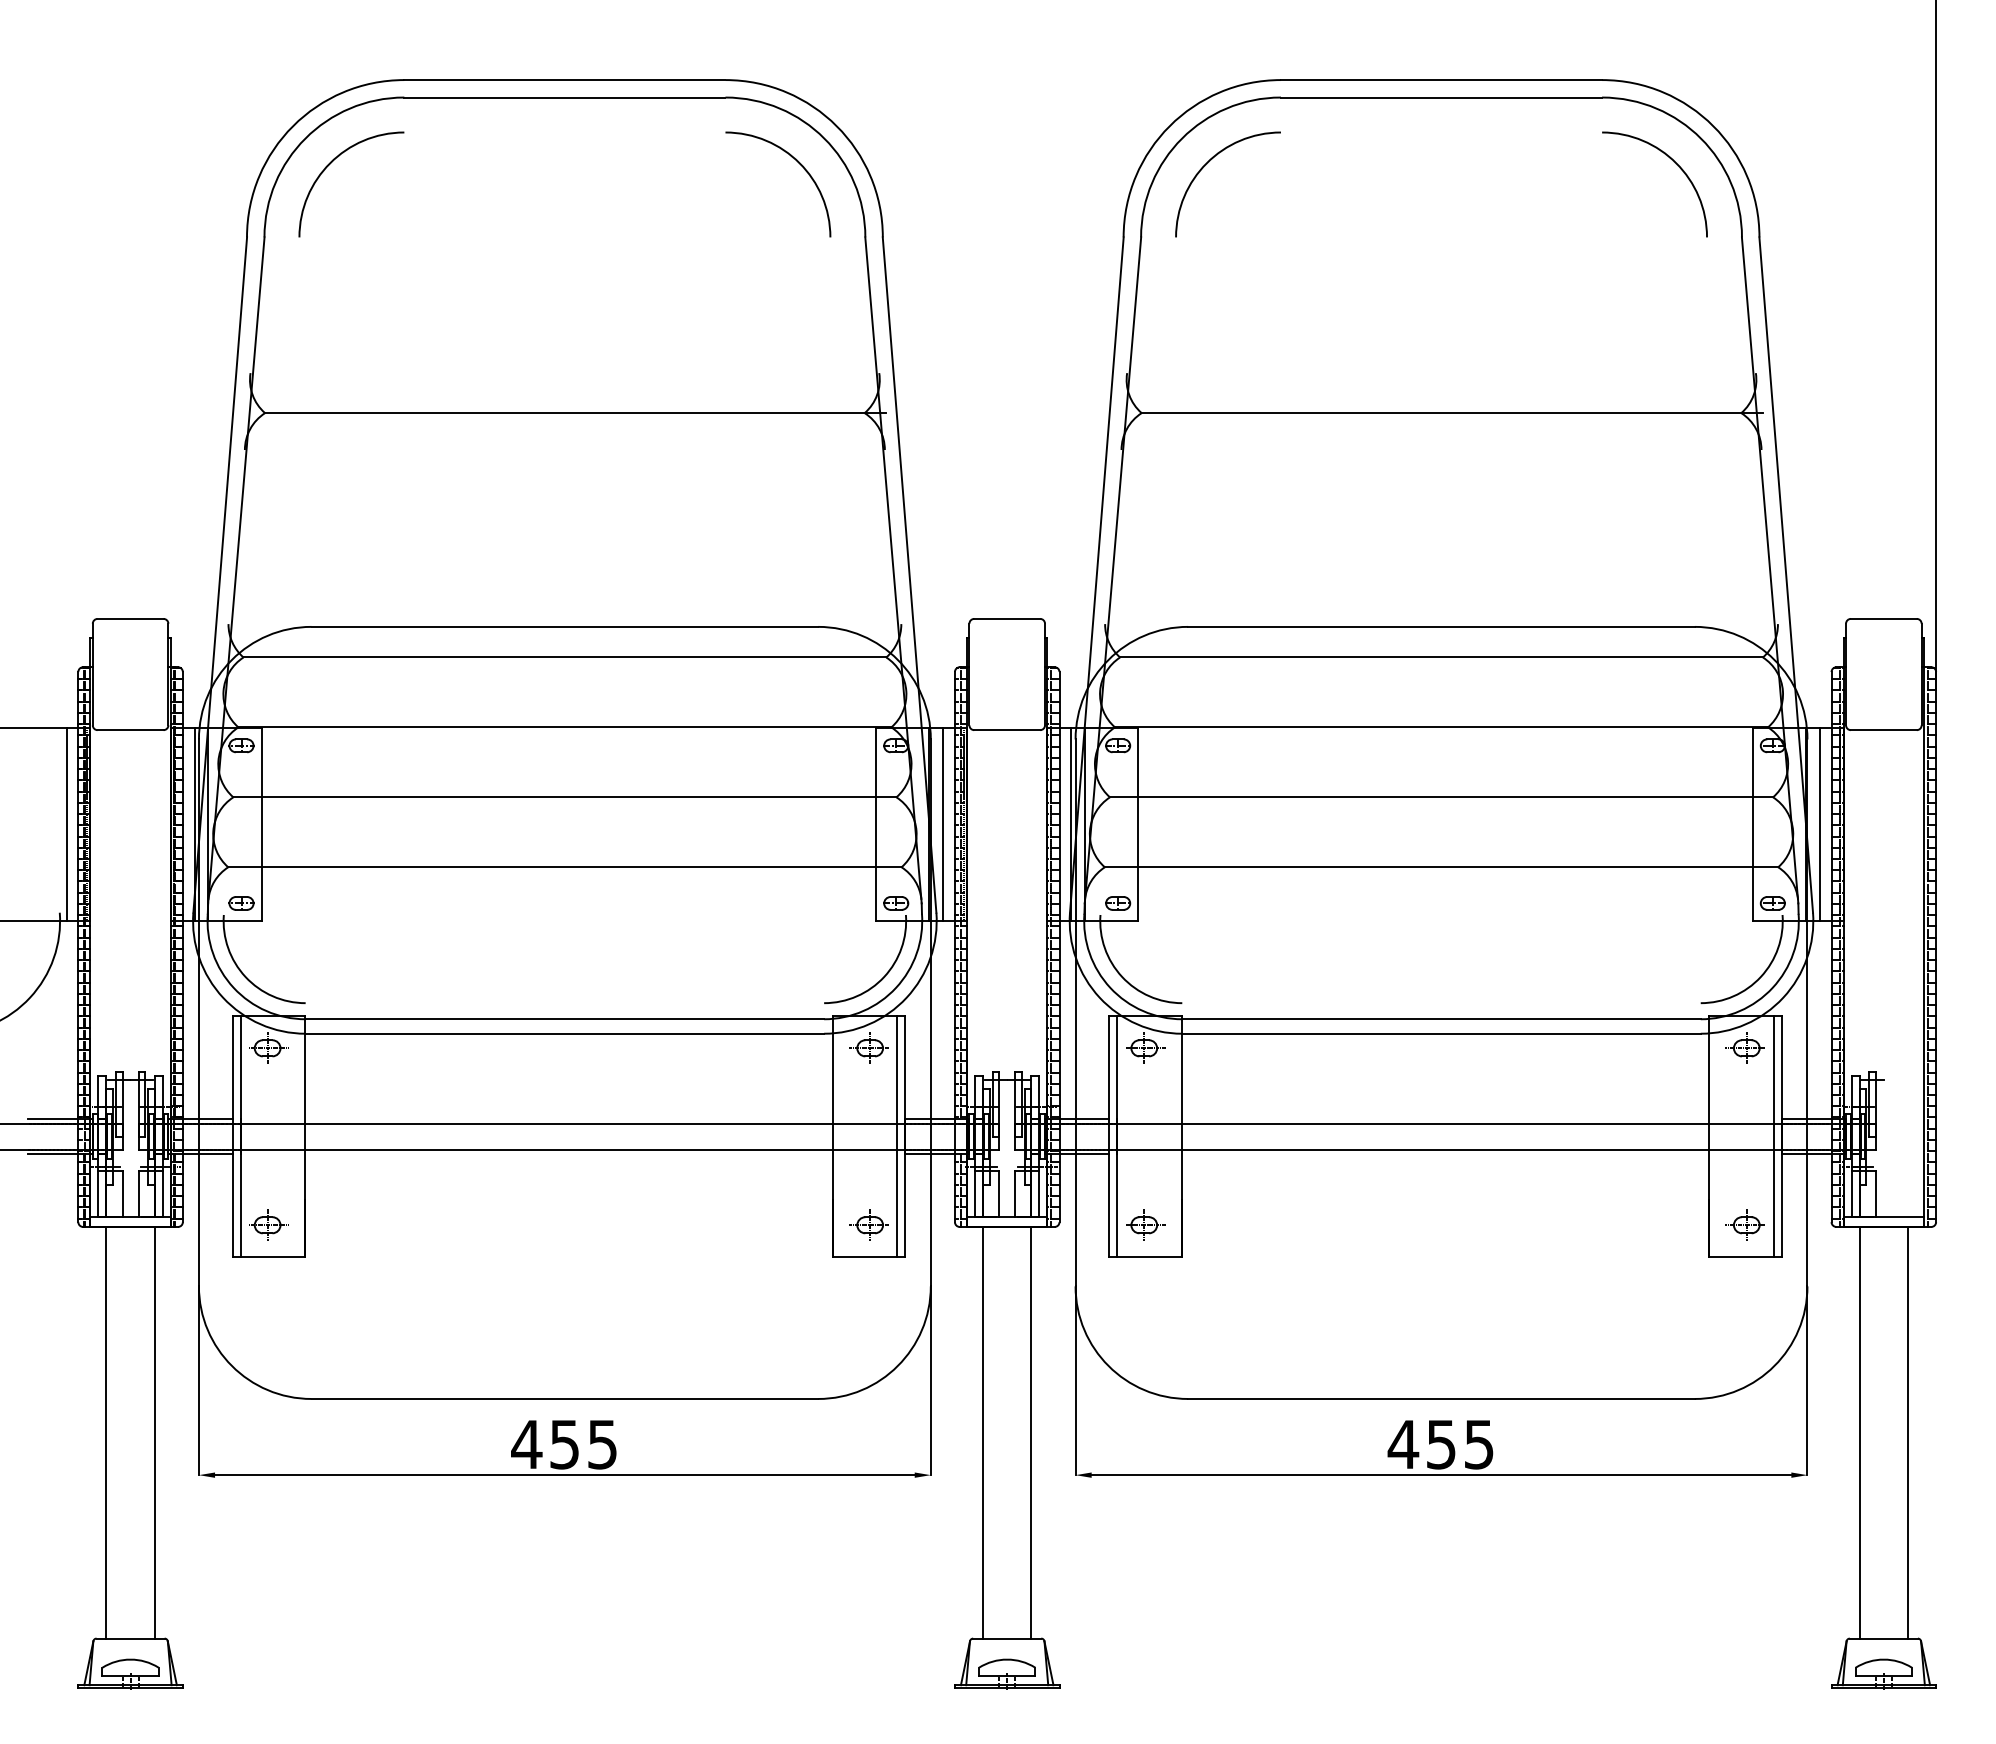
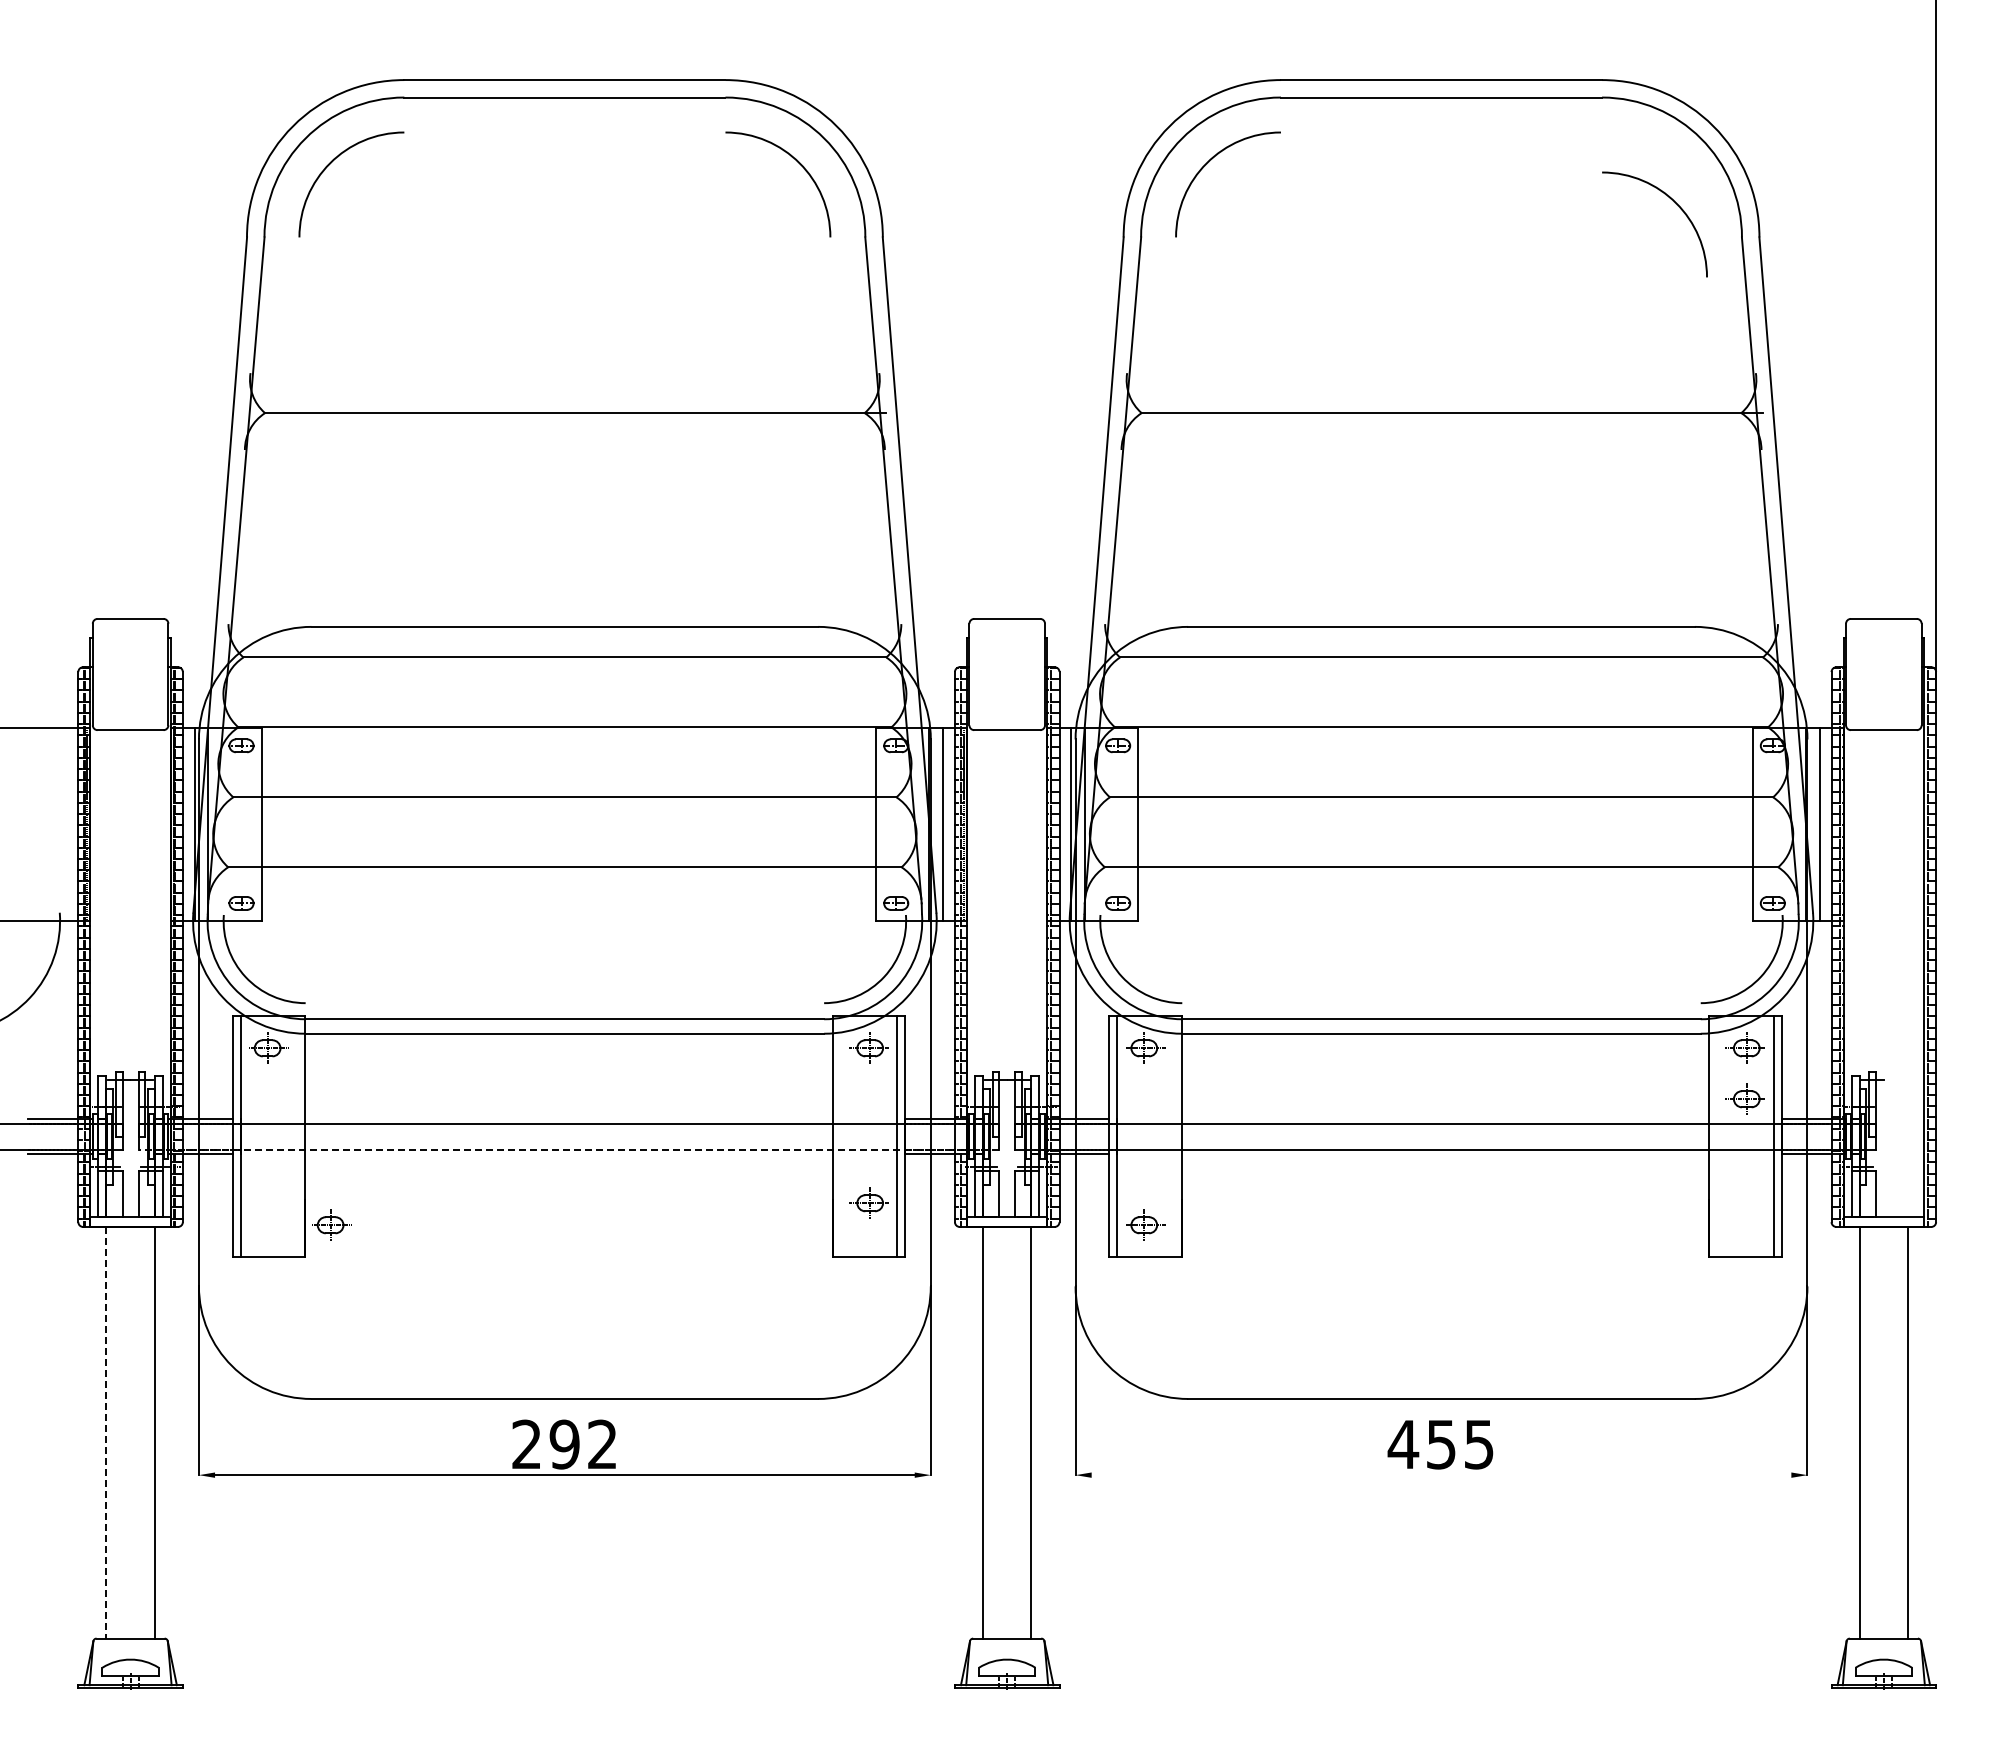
arc at (1670, 159) position: (1670, 159) -> (1670, 199)
line at (66, 824): present -> none
line at (568, 1149): solid -> dashed
part at (268, 1224) position: (268, 1224) -> (331, 1224)
part at (868, 1224) position: (868, 1224) -> (868, 1202)
part at (1744, 1224) position: (1744, 1224) -> (1744, 1098)
line at (106, 1432): solid -> dashed
text at (563, 1444): 455 -> 292
line at (1441, 1475): present -> none
